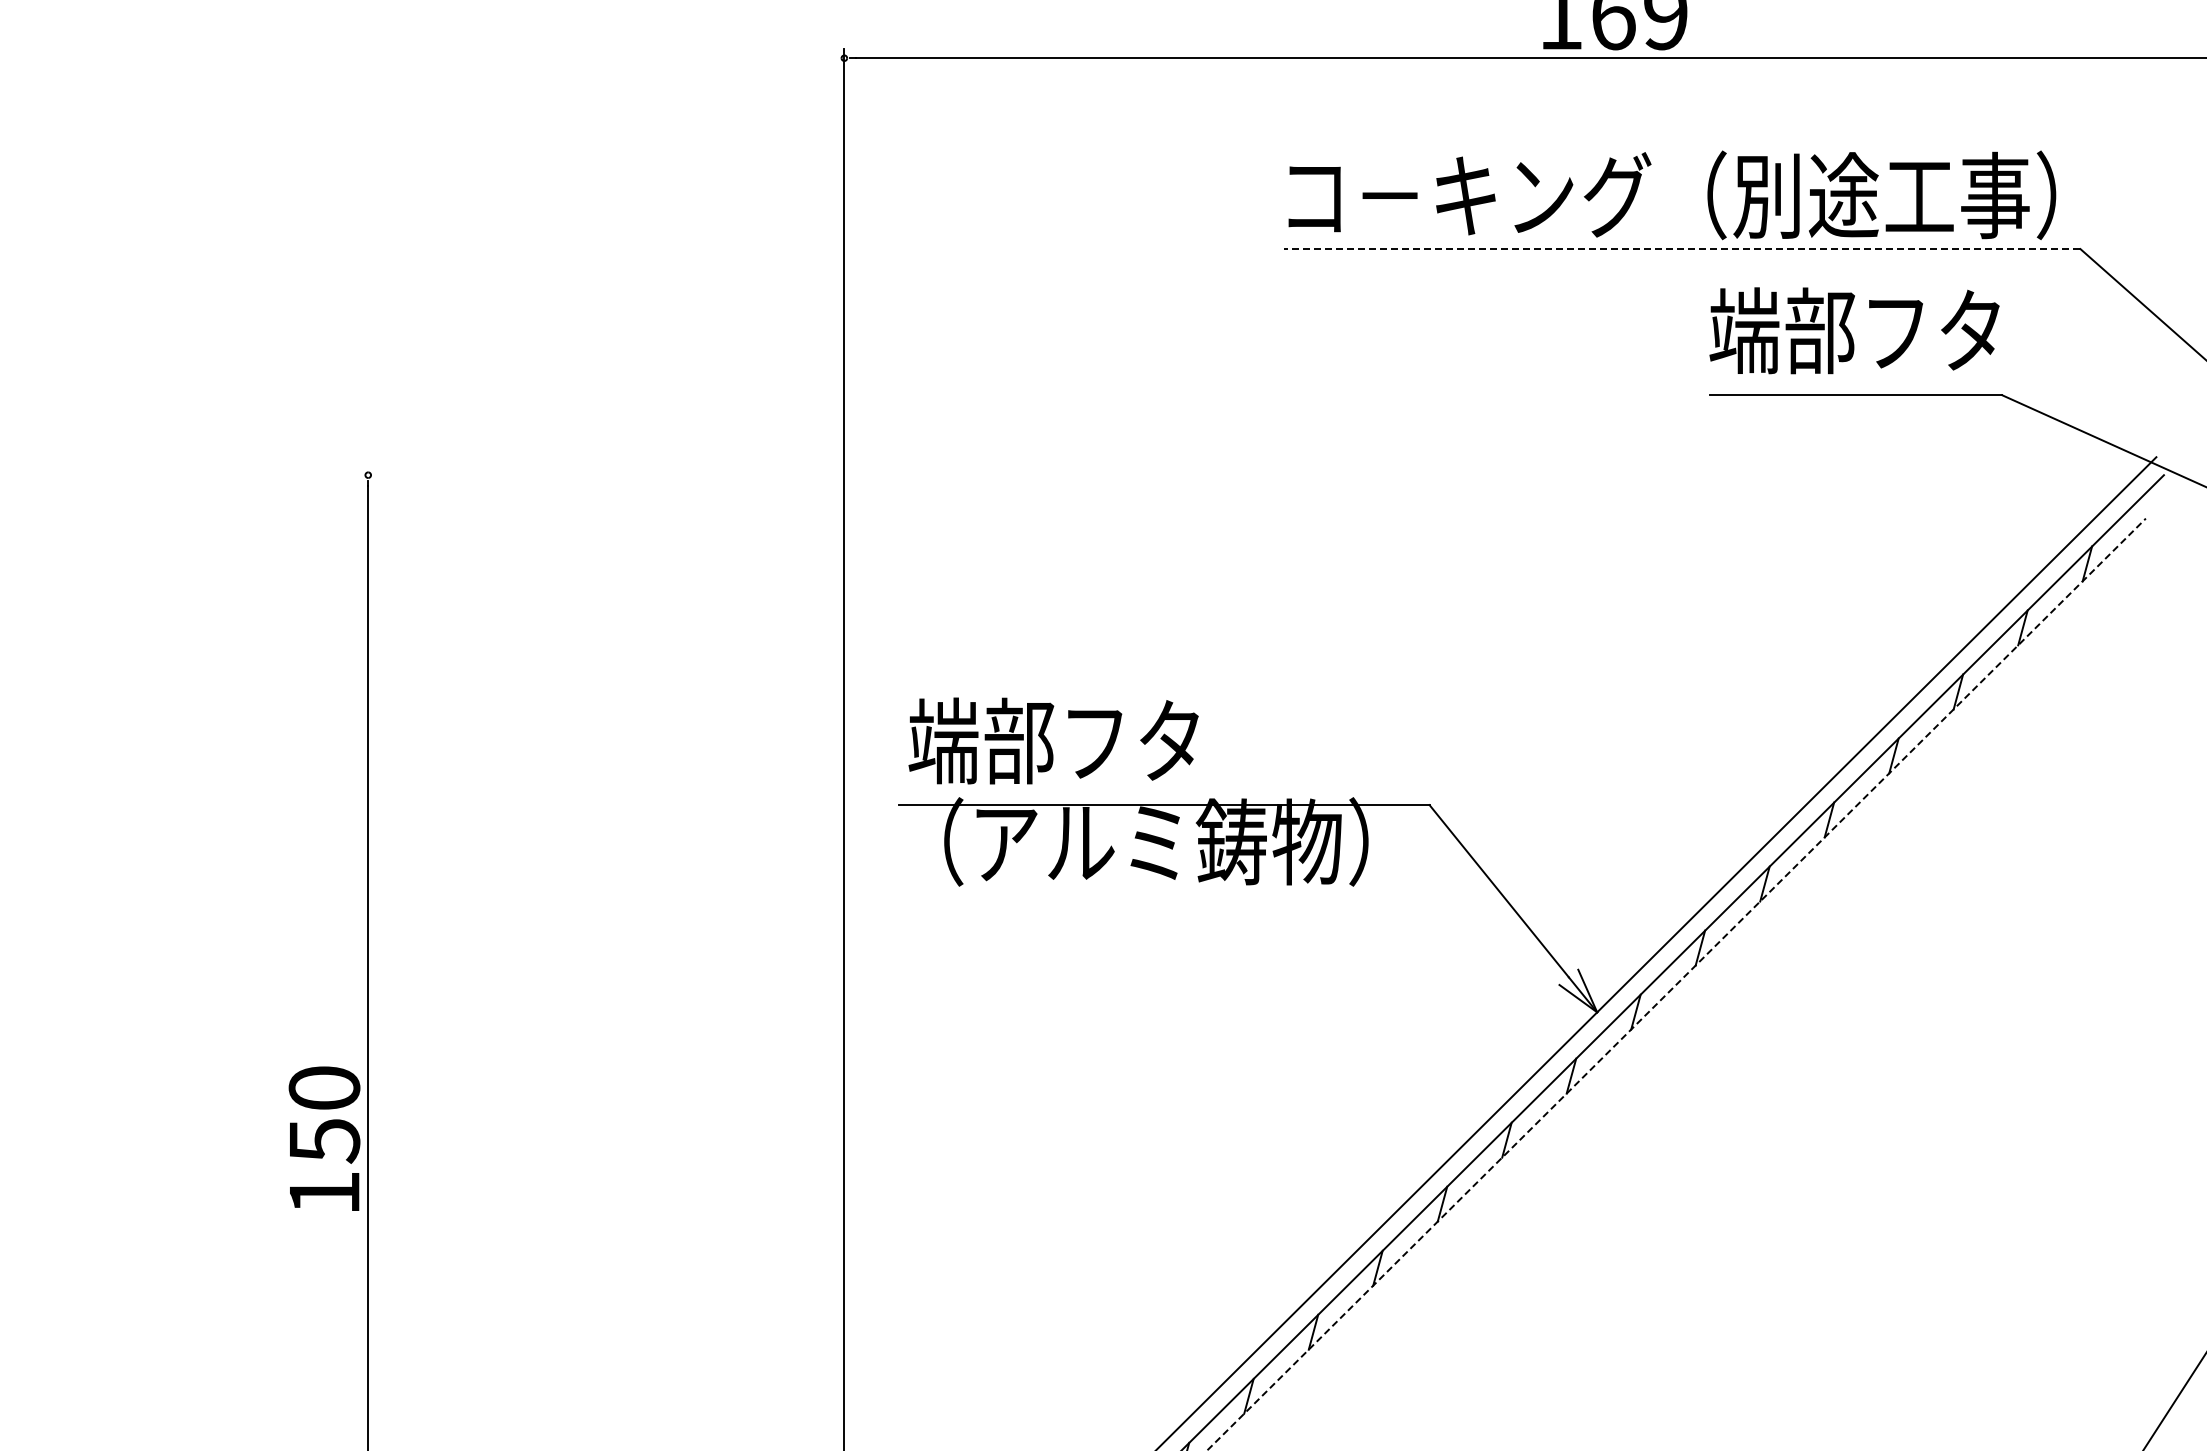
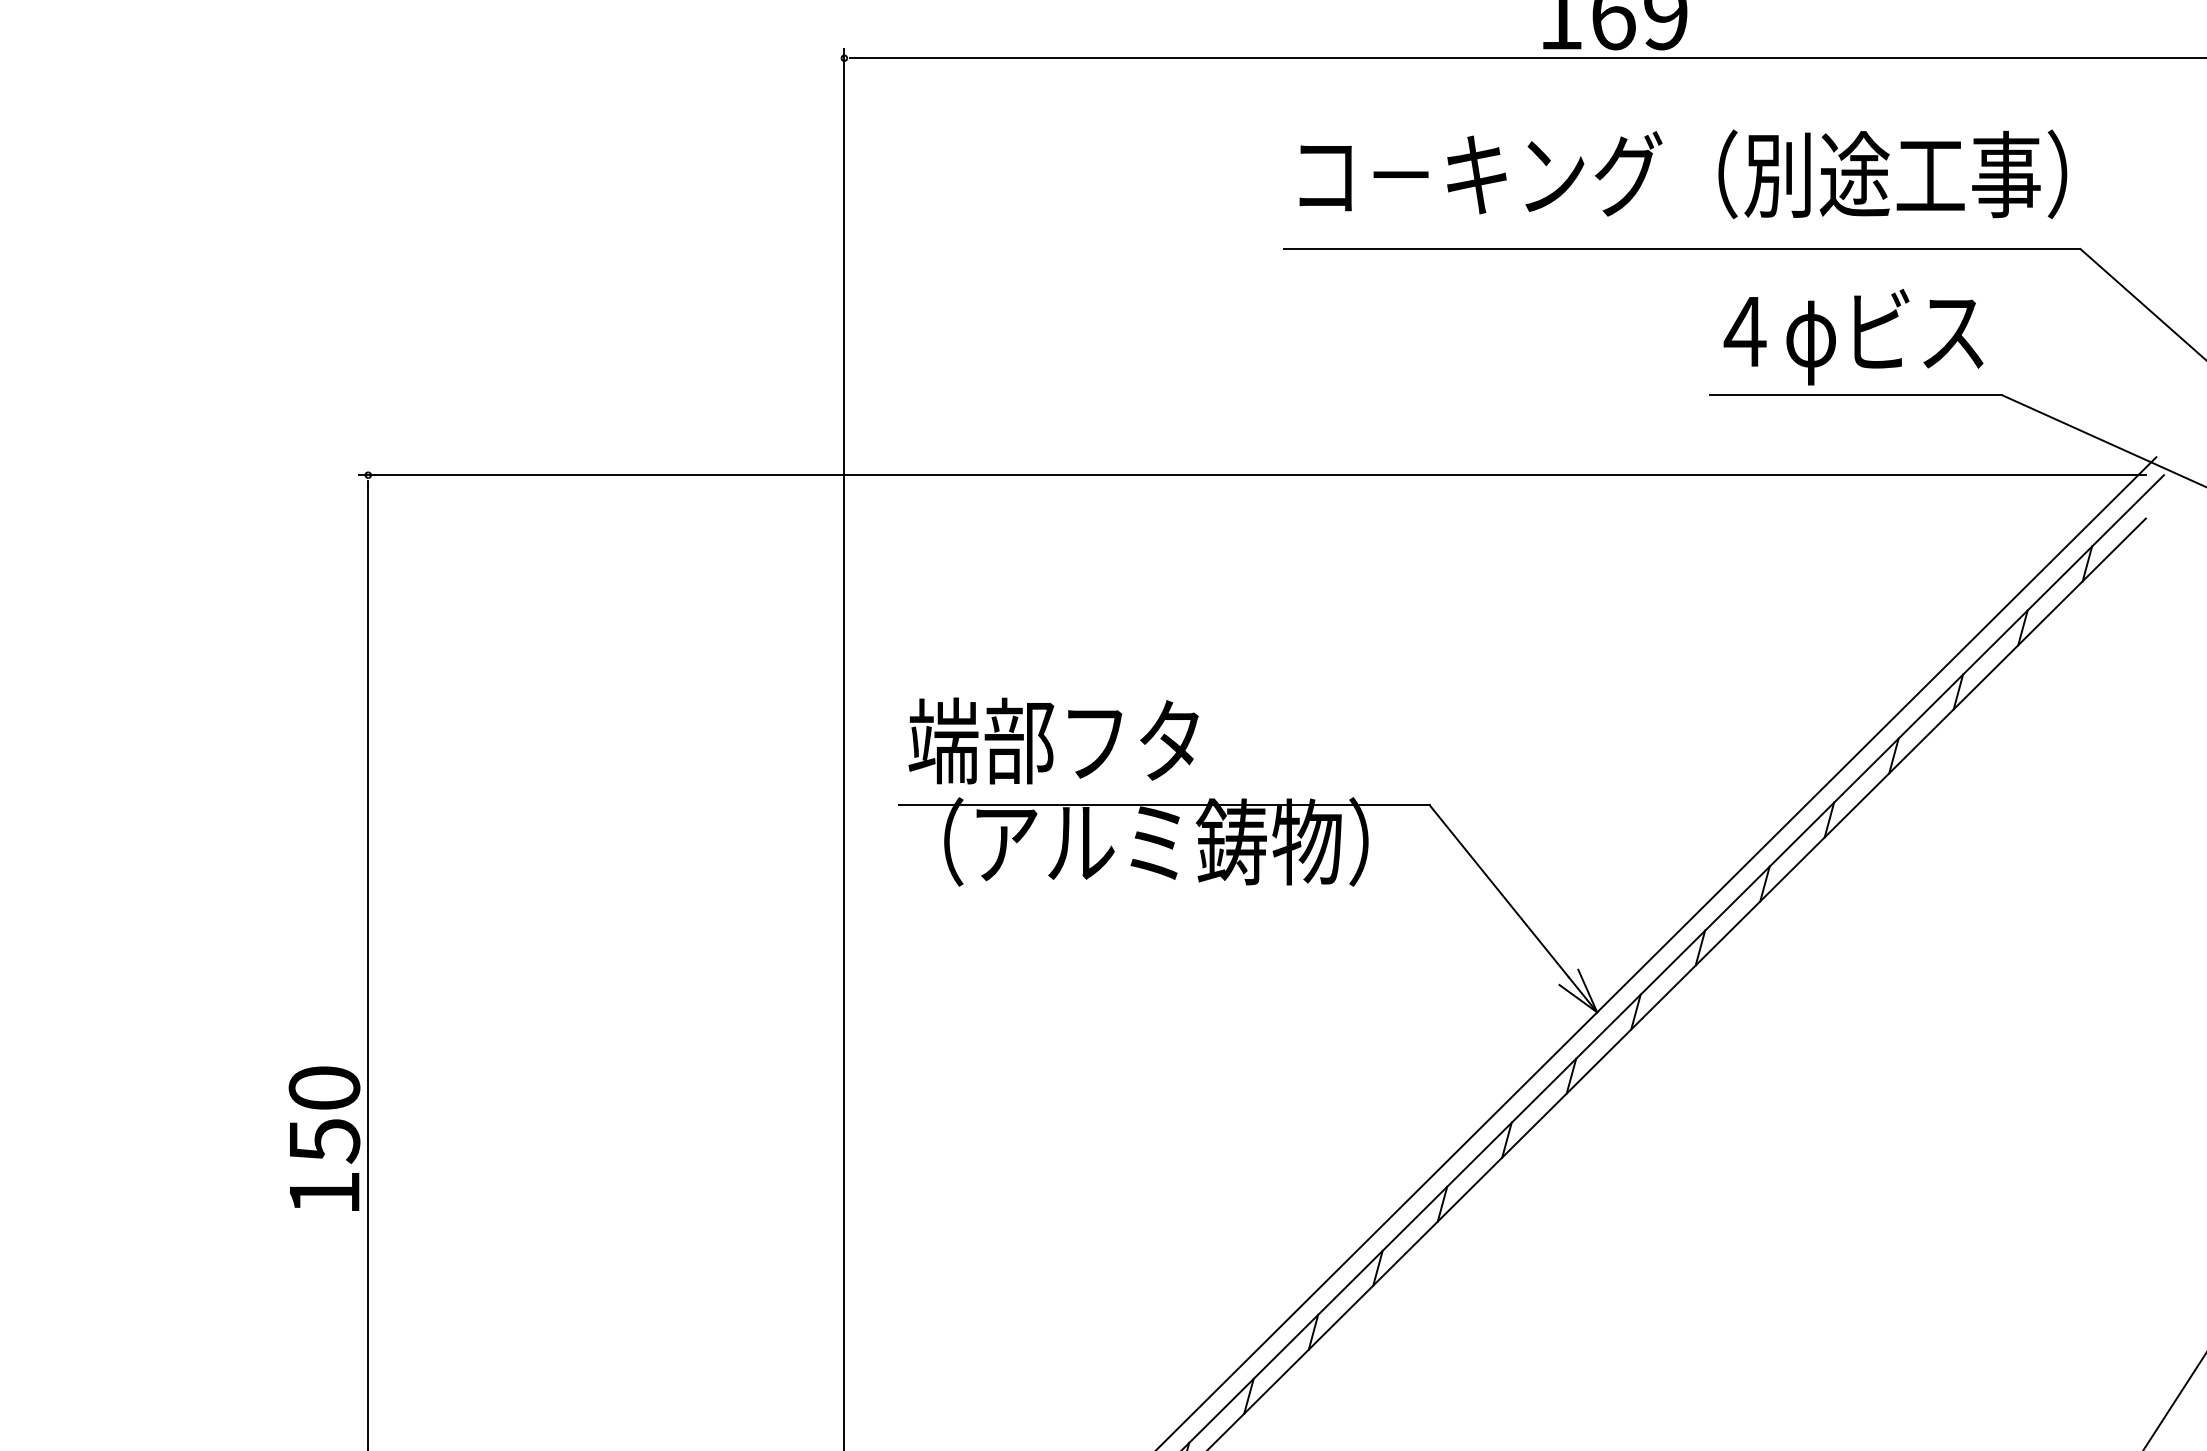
text at (1672, 195) position: (1672, 195) -> (1683, 174)
line at (1681, 249): dashed -> solid
text at (1854, 336): 端部フタ -> ４φビス
line at (1252, 475): none -> present
line at (1676, 984): dashed -> solid
